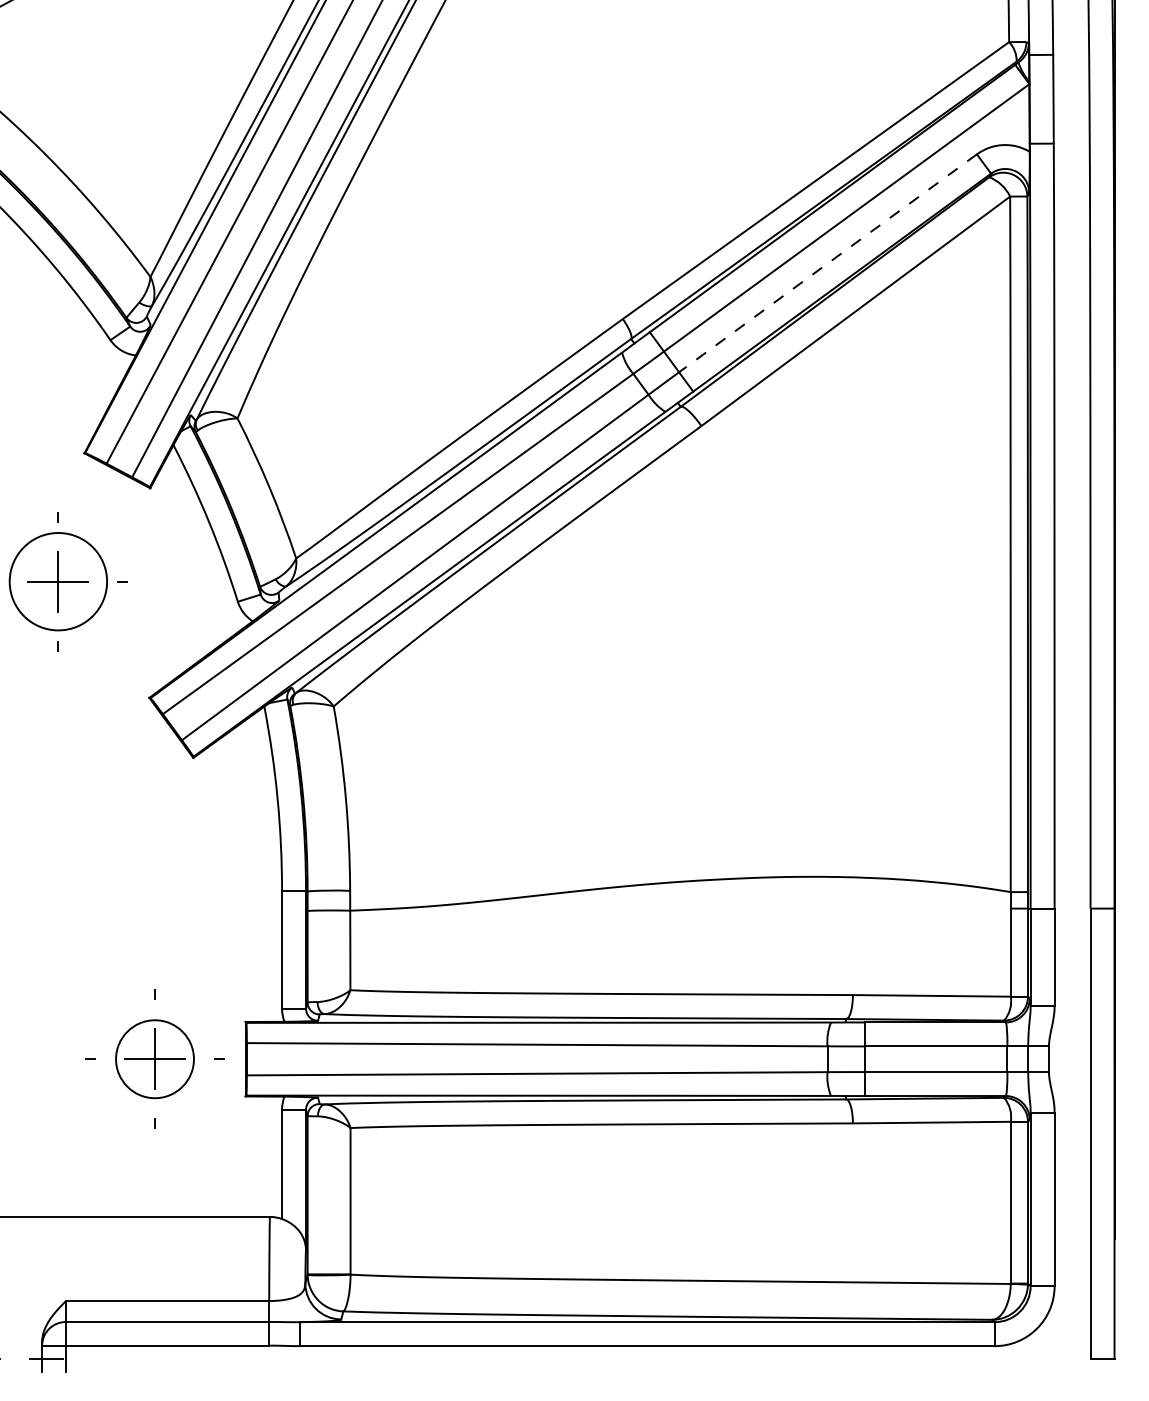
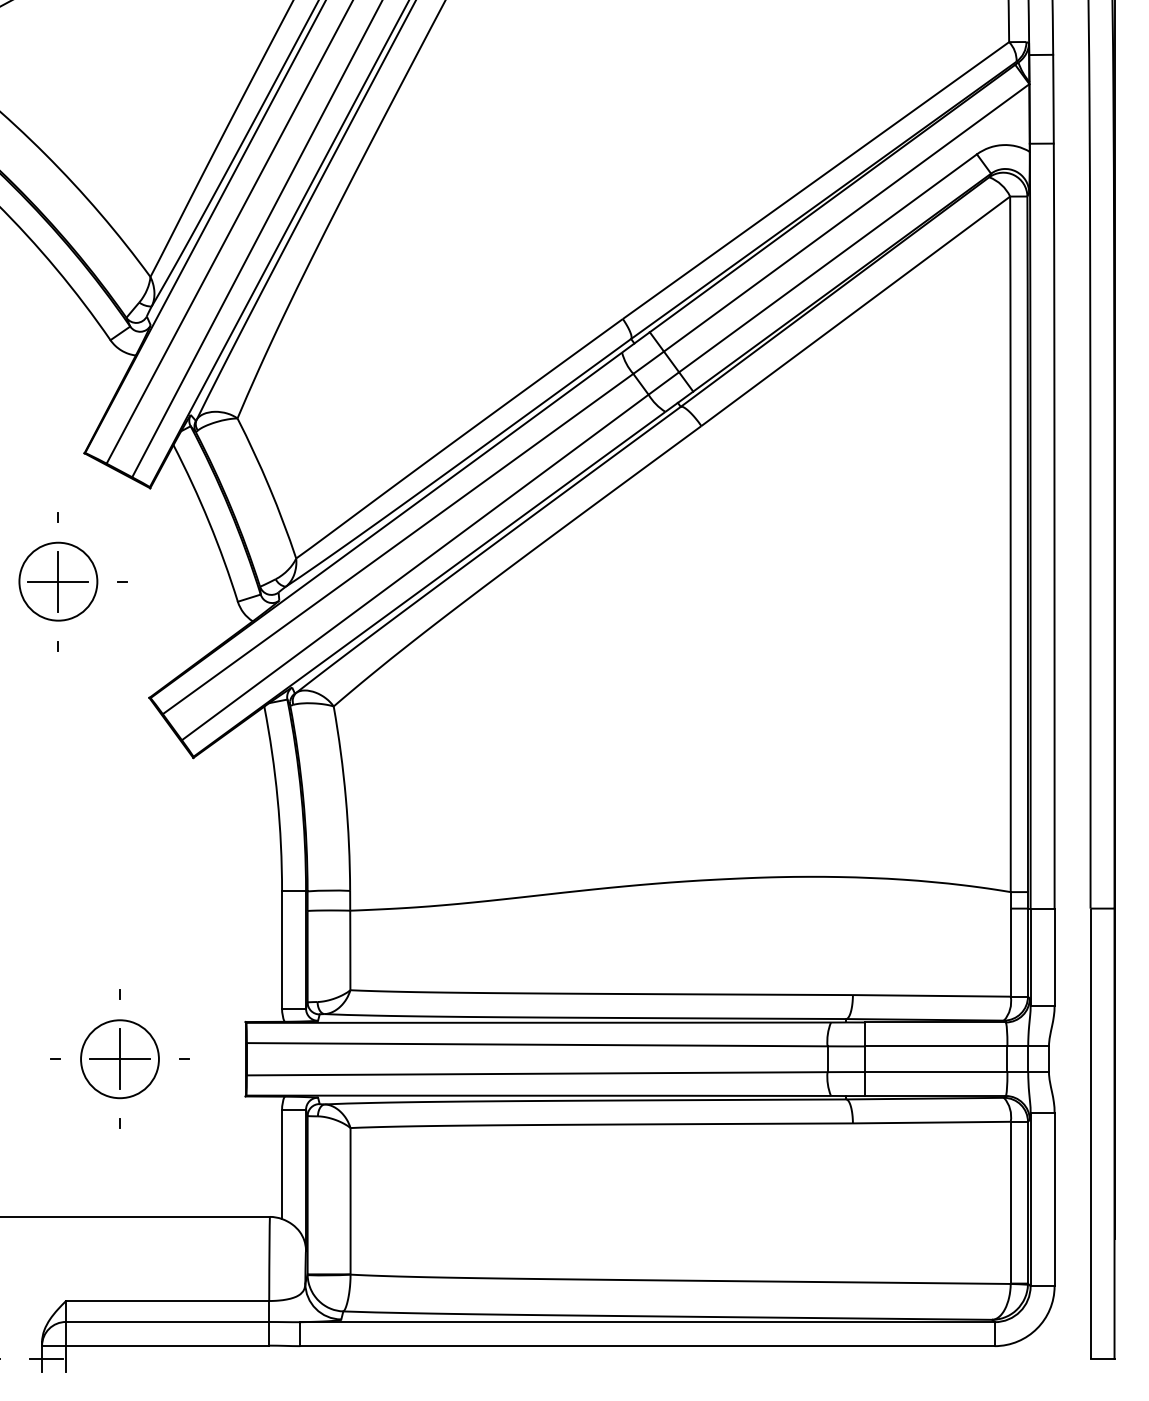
line at (828, 263): dashed -> solid
circle at (58, 581) diameter: 97 px -> 78 px
part at (154, 1058) position: (154, 1058) -> (119, 1058)
